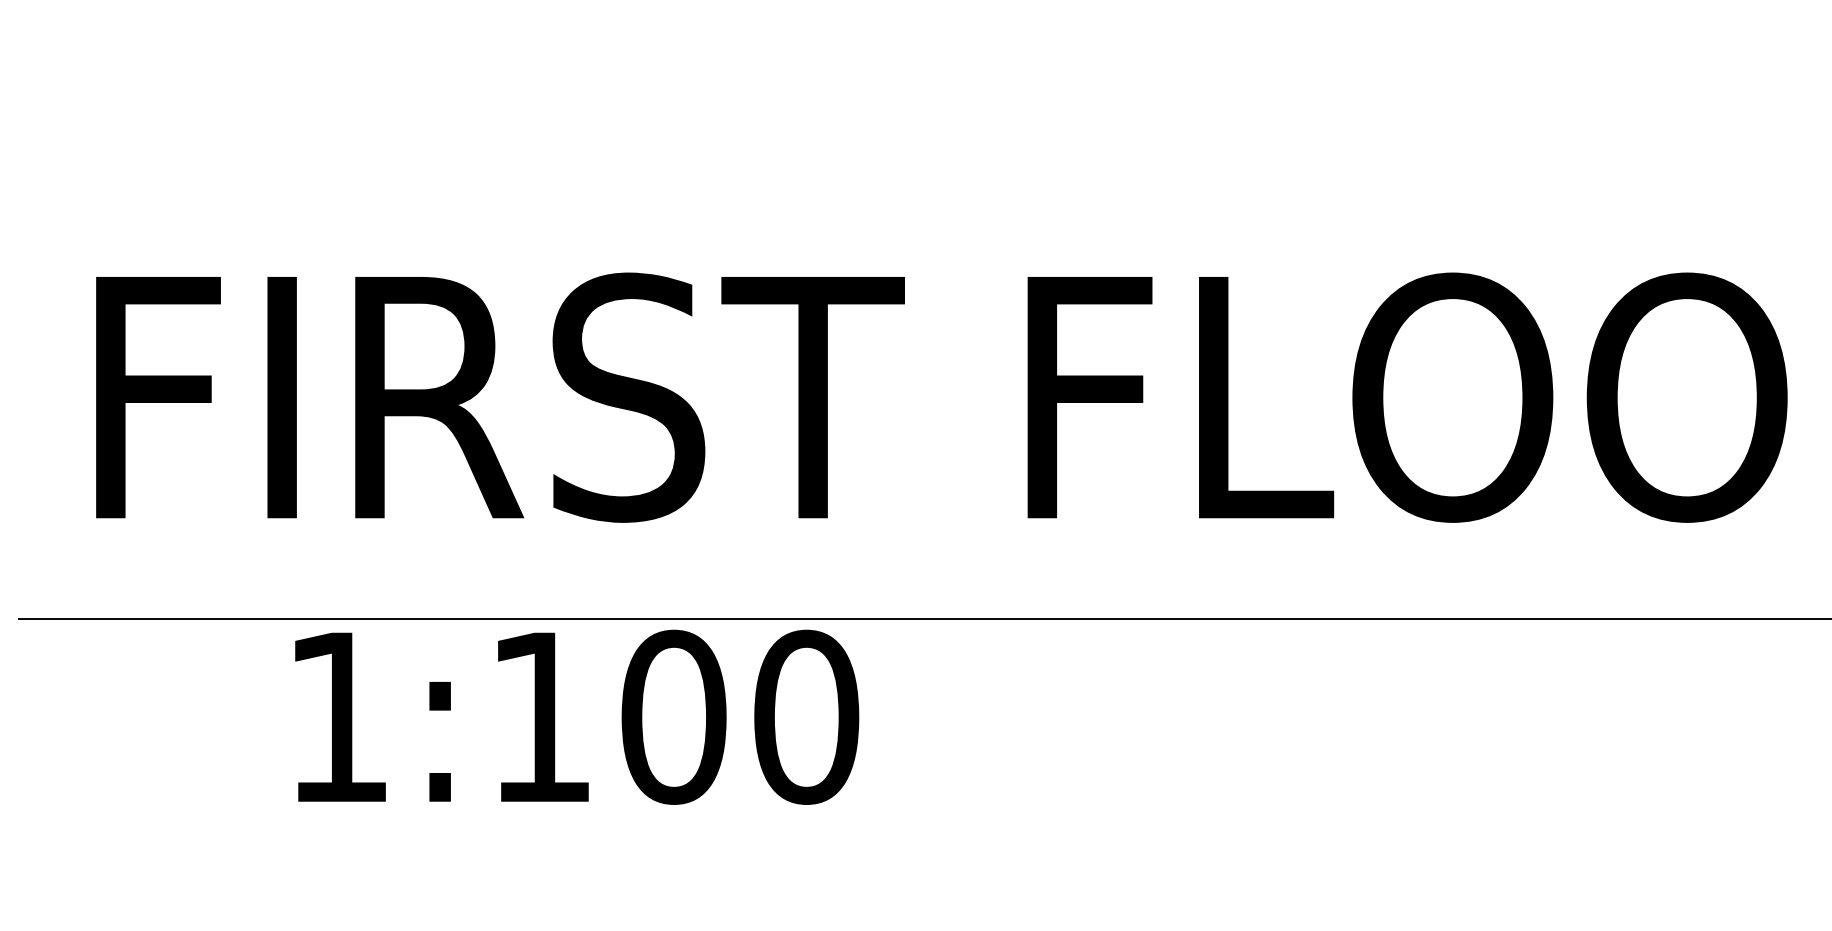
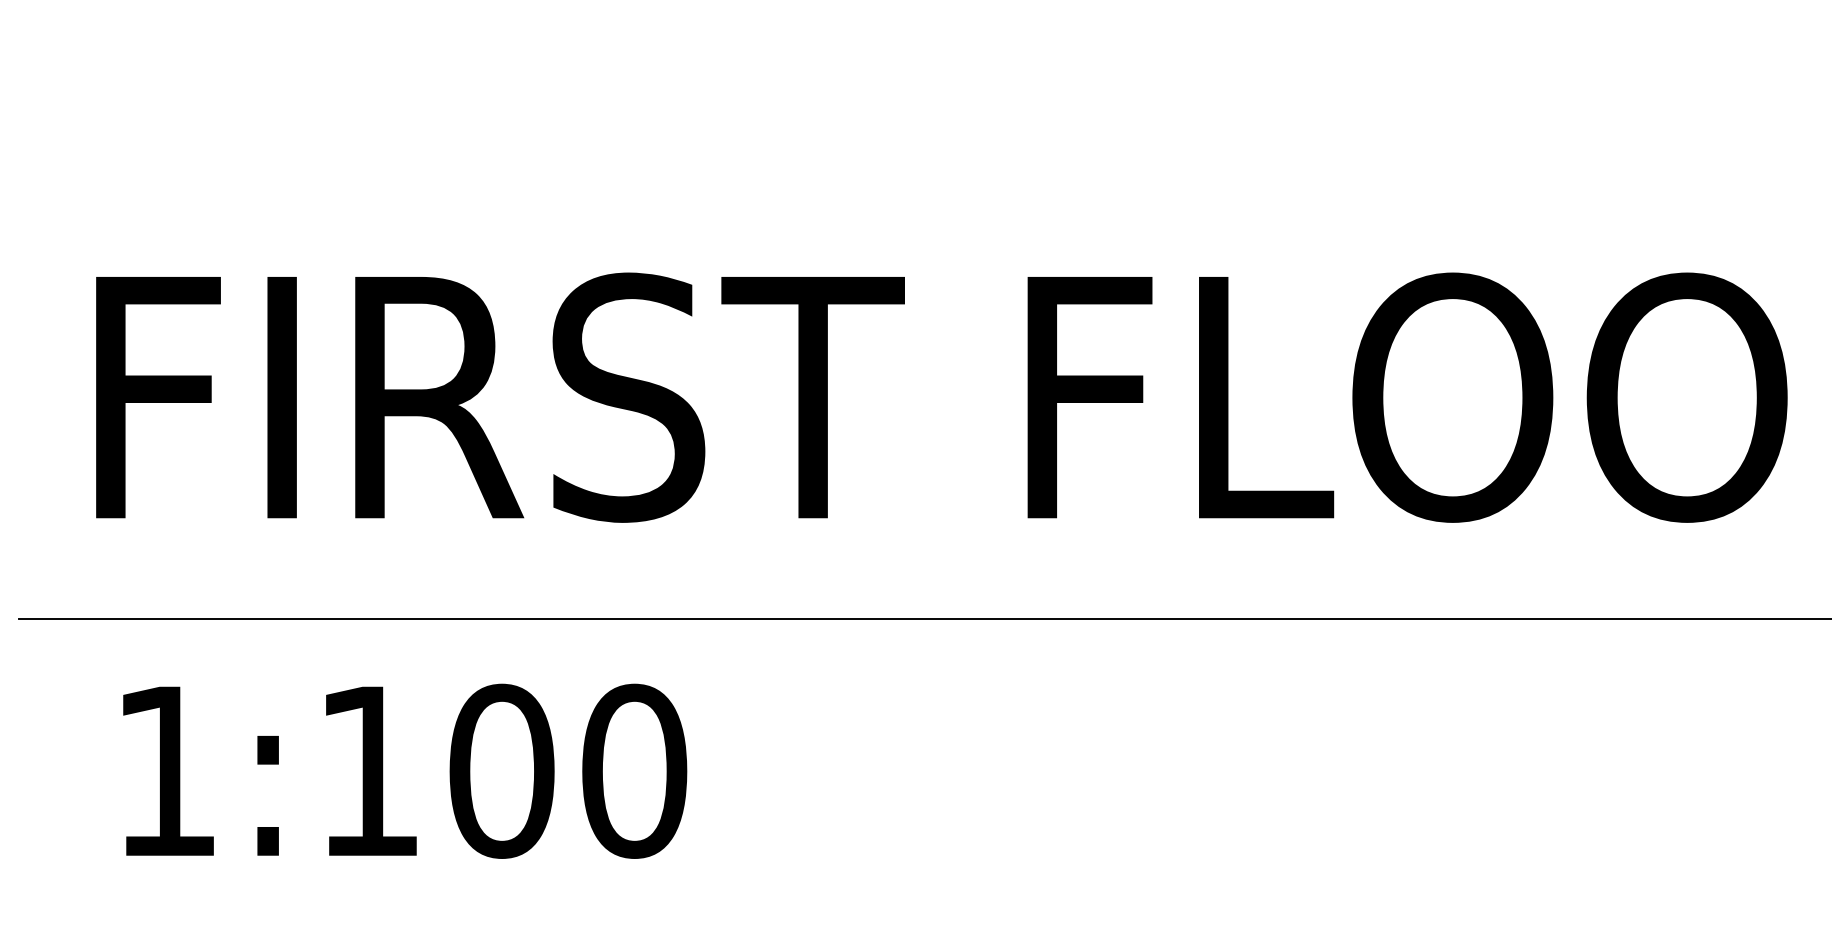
text at (577, 716) position: (577, 716) -> (405, 770)
